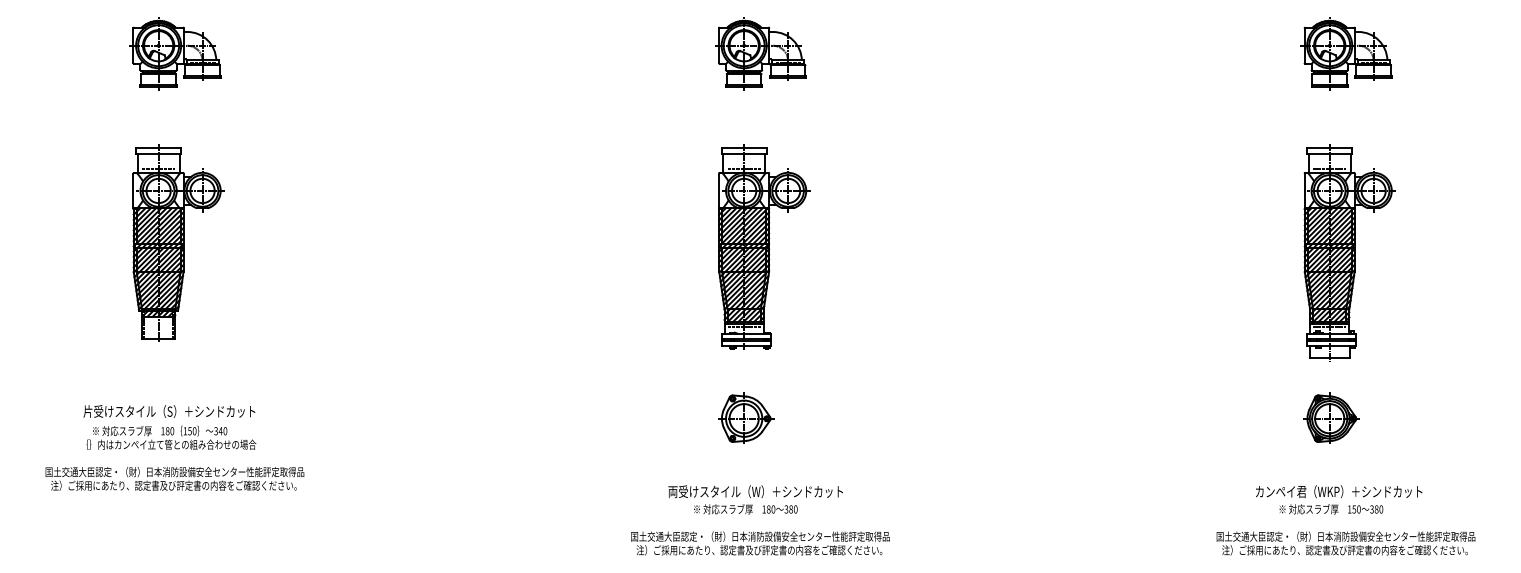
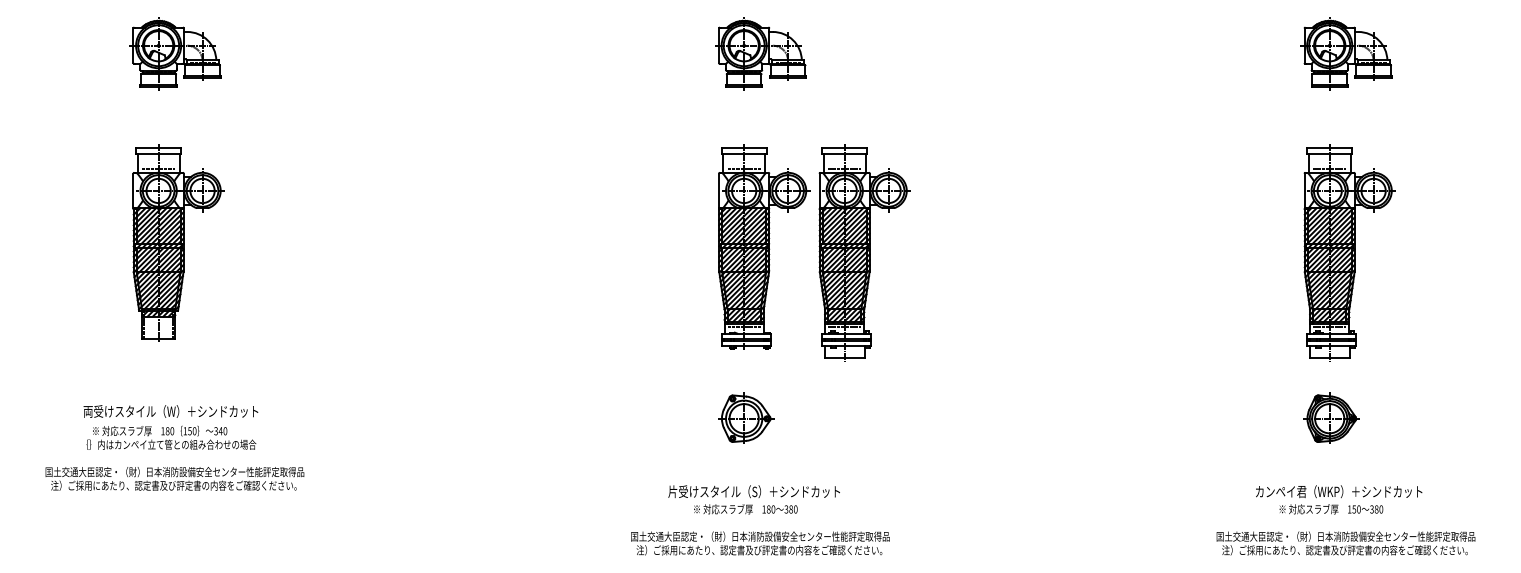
part at (864, 252): none -> present
text at (170, 411): 片受けスタイル（S）＋シンドカット -> 両受けスタイル（W）＋シンドカット
text at (755, 491): 両受けスタイル（W）＋シンドカット -> 片受けスタイル（S）＋シンドカット
